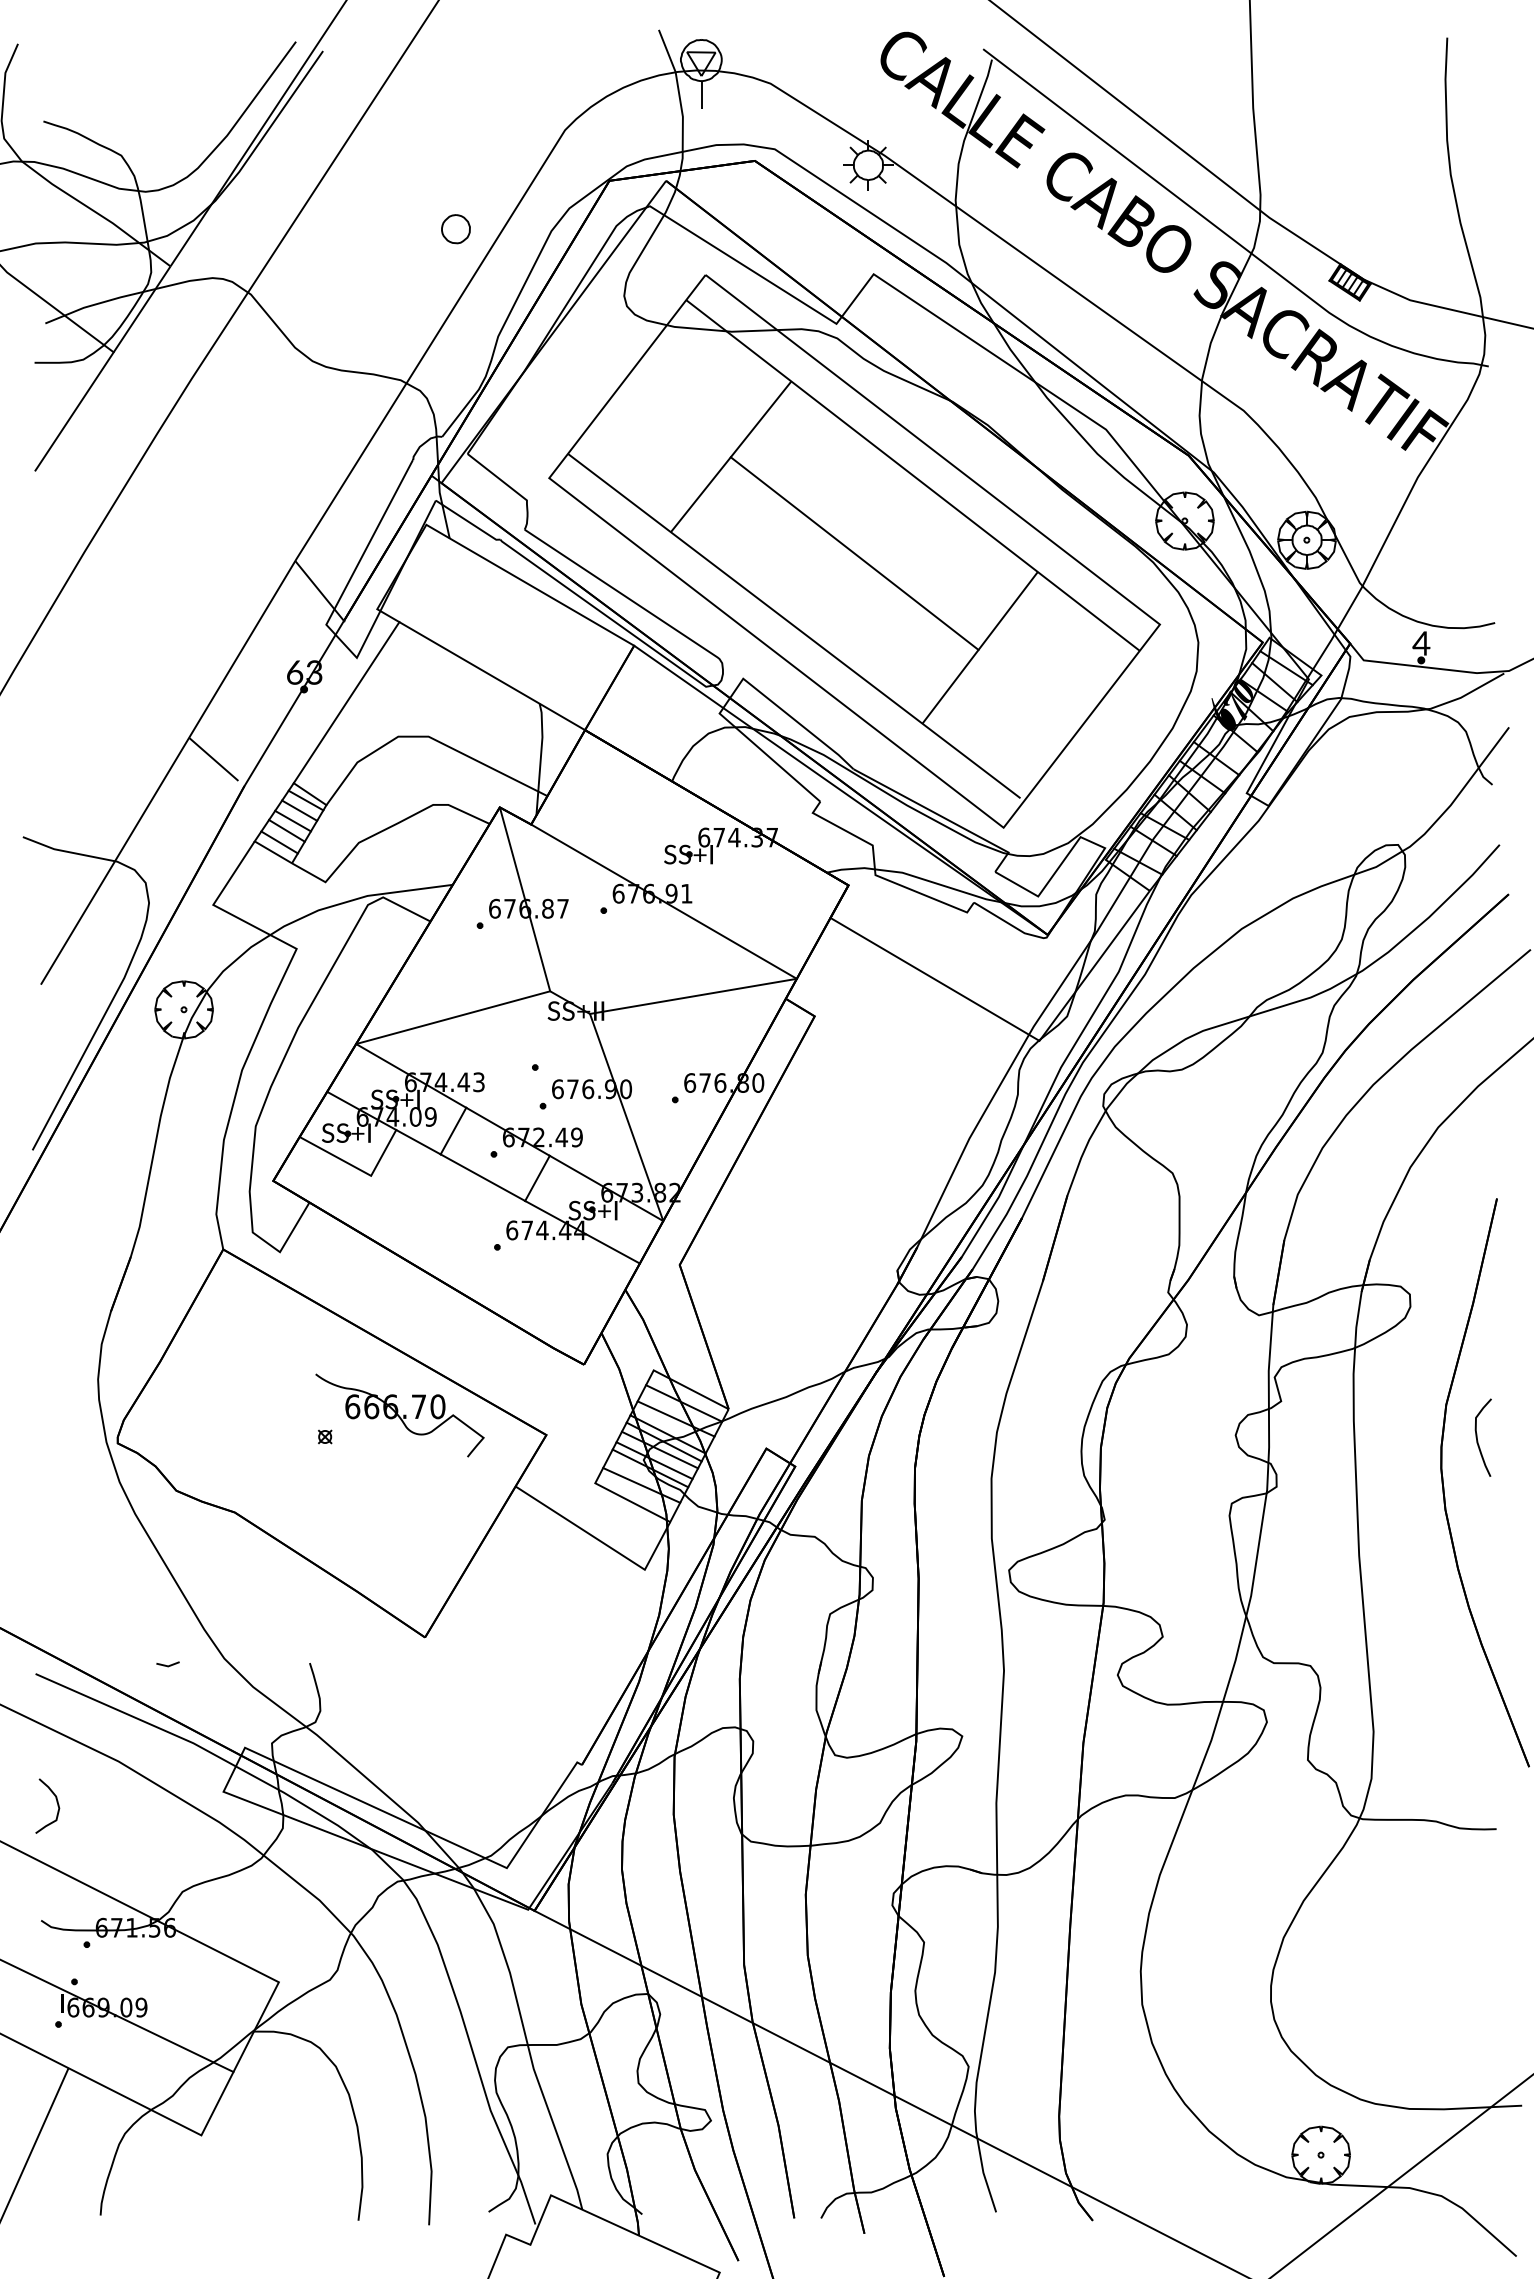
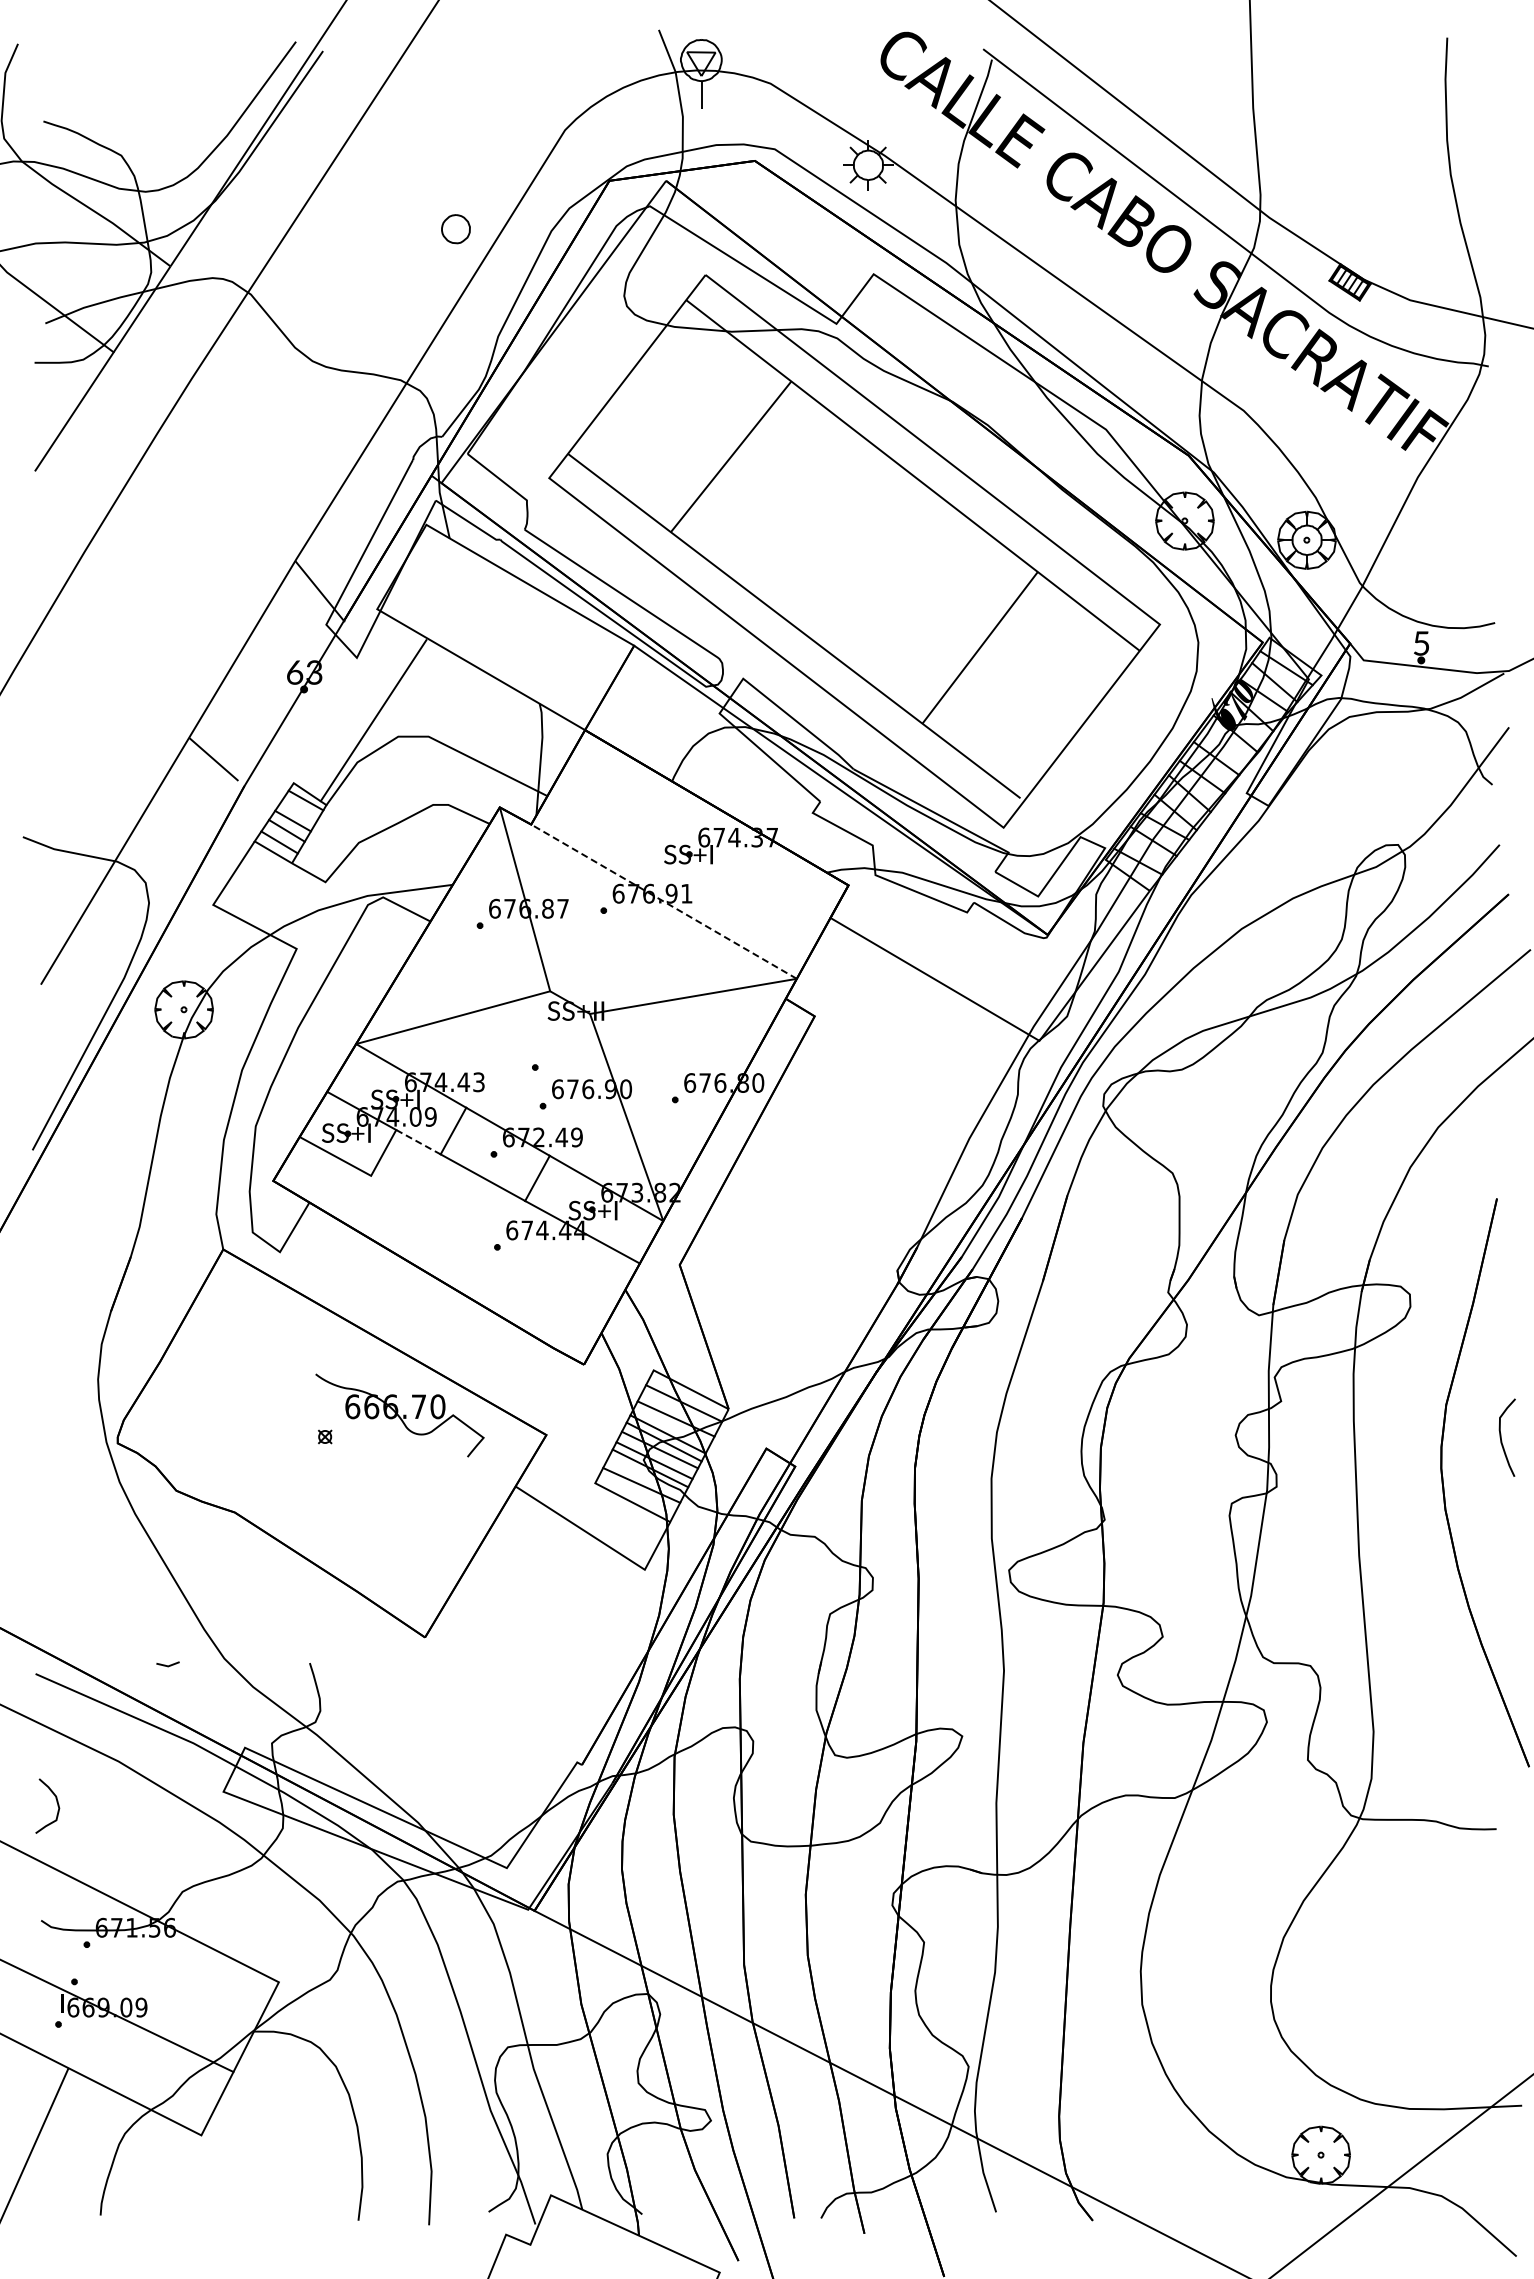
line at (854, 553): present -> none
text at (1421, 643): 4 -> 5
line at (346, 702) position: (346, 702) -> (373, 720)
line at (299, 810): present -> none
line at (664, 901): solid -> dashed
line at (418, 1142): solid -> dashed
curve at (1477, 1437) position: (1477, 1437) -> (1501, 1437)
